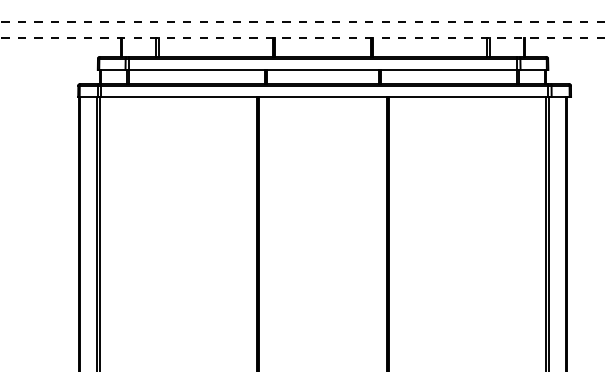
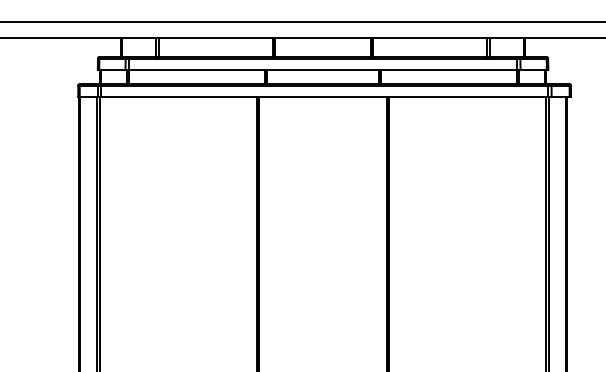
line at (302, 21): dashed -> solid
line at (302, 38): dashed -> solid
